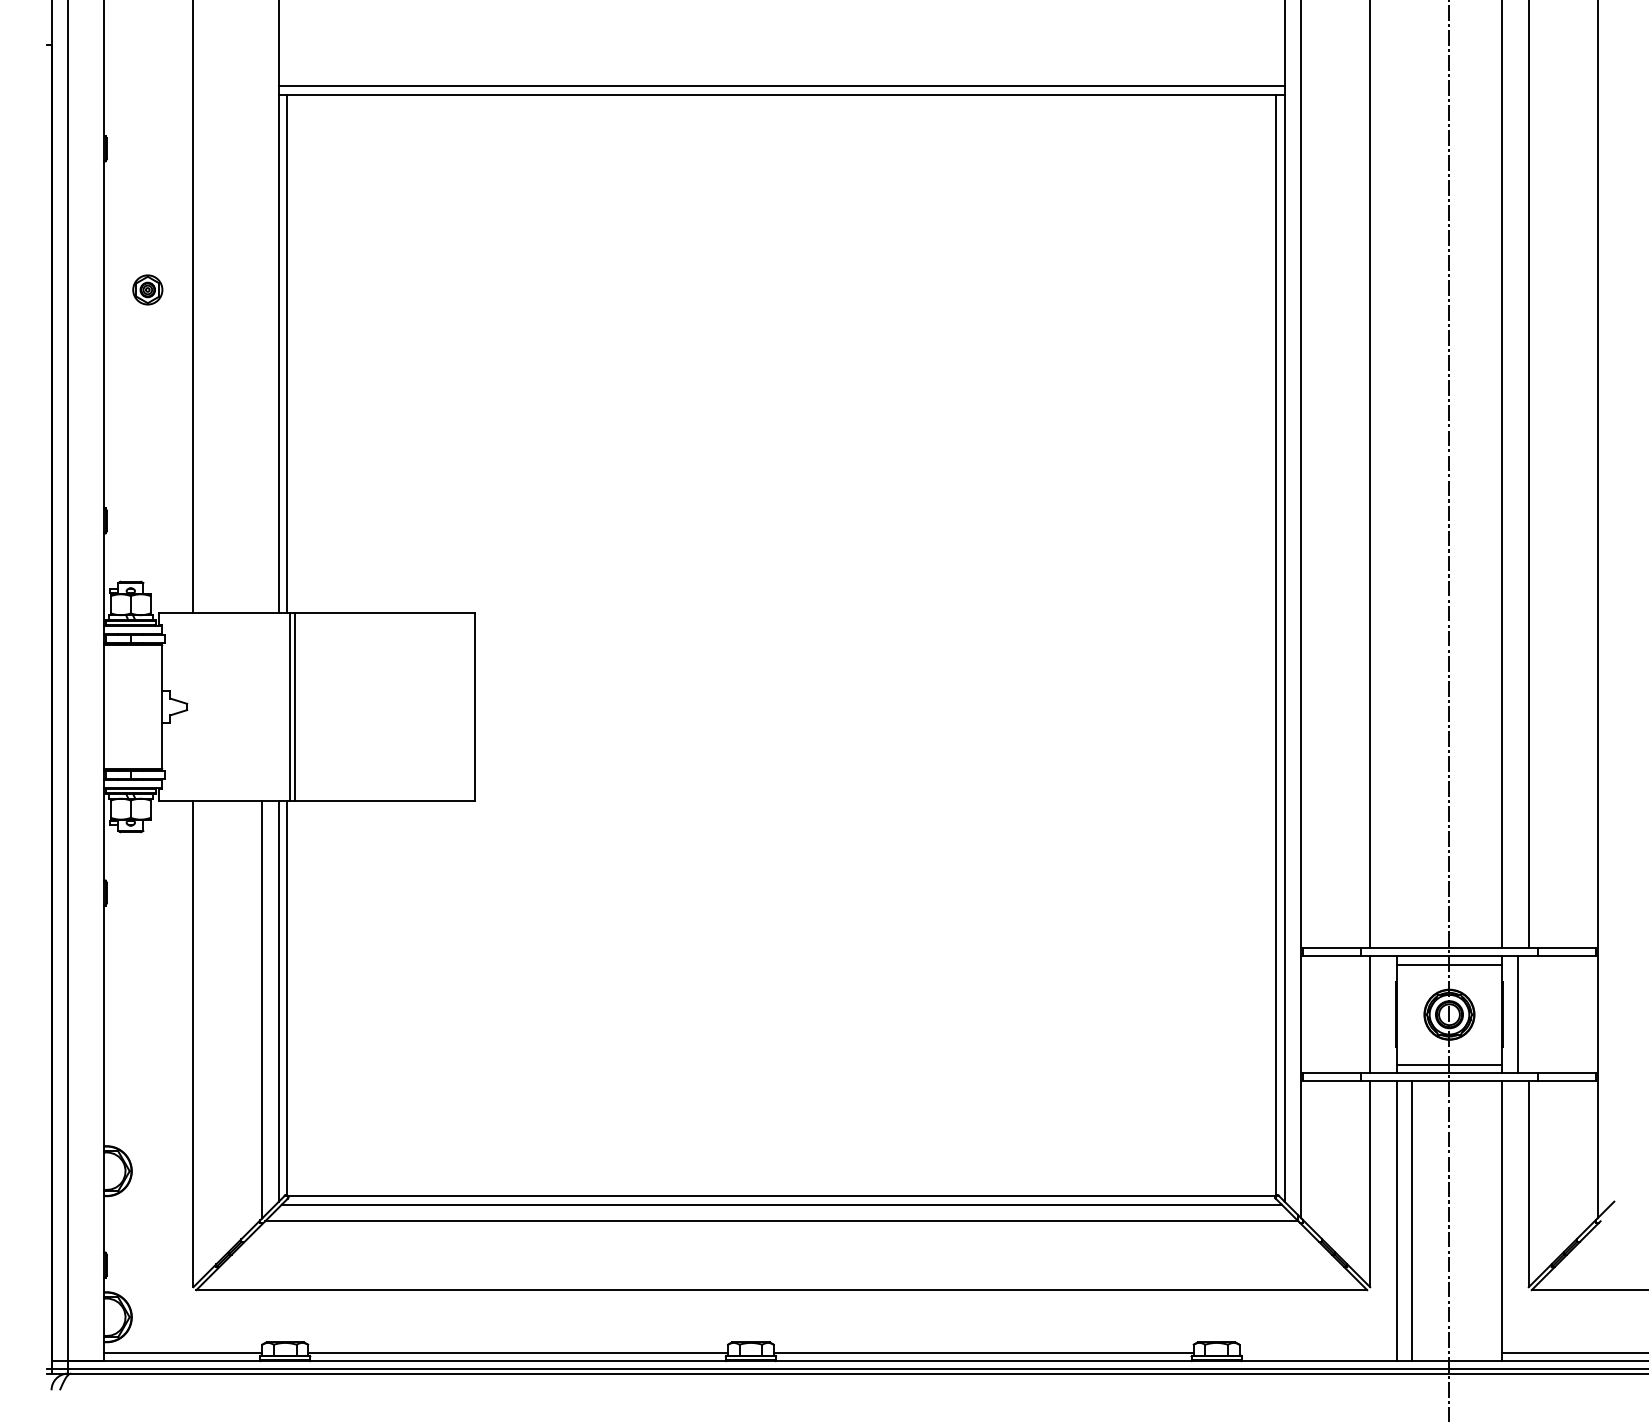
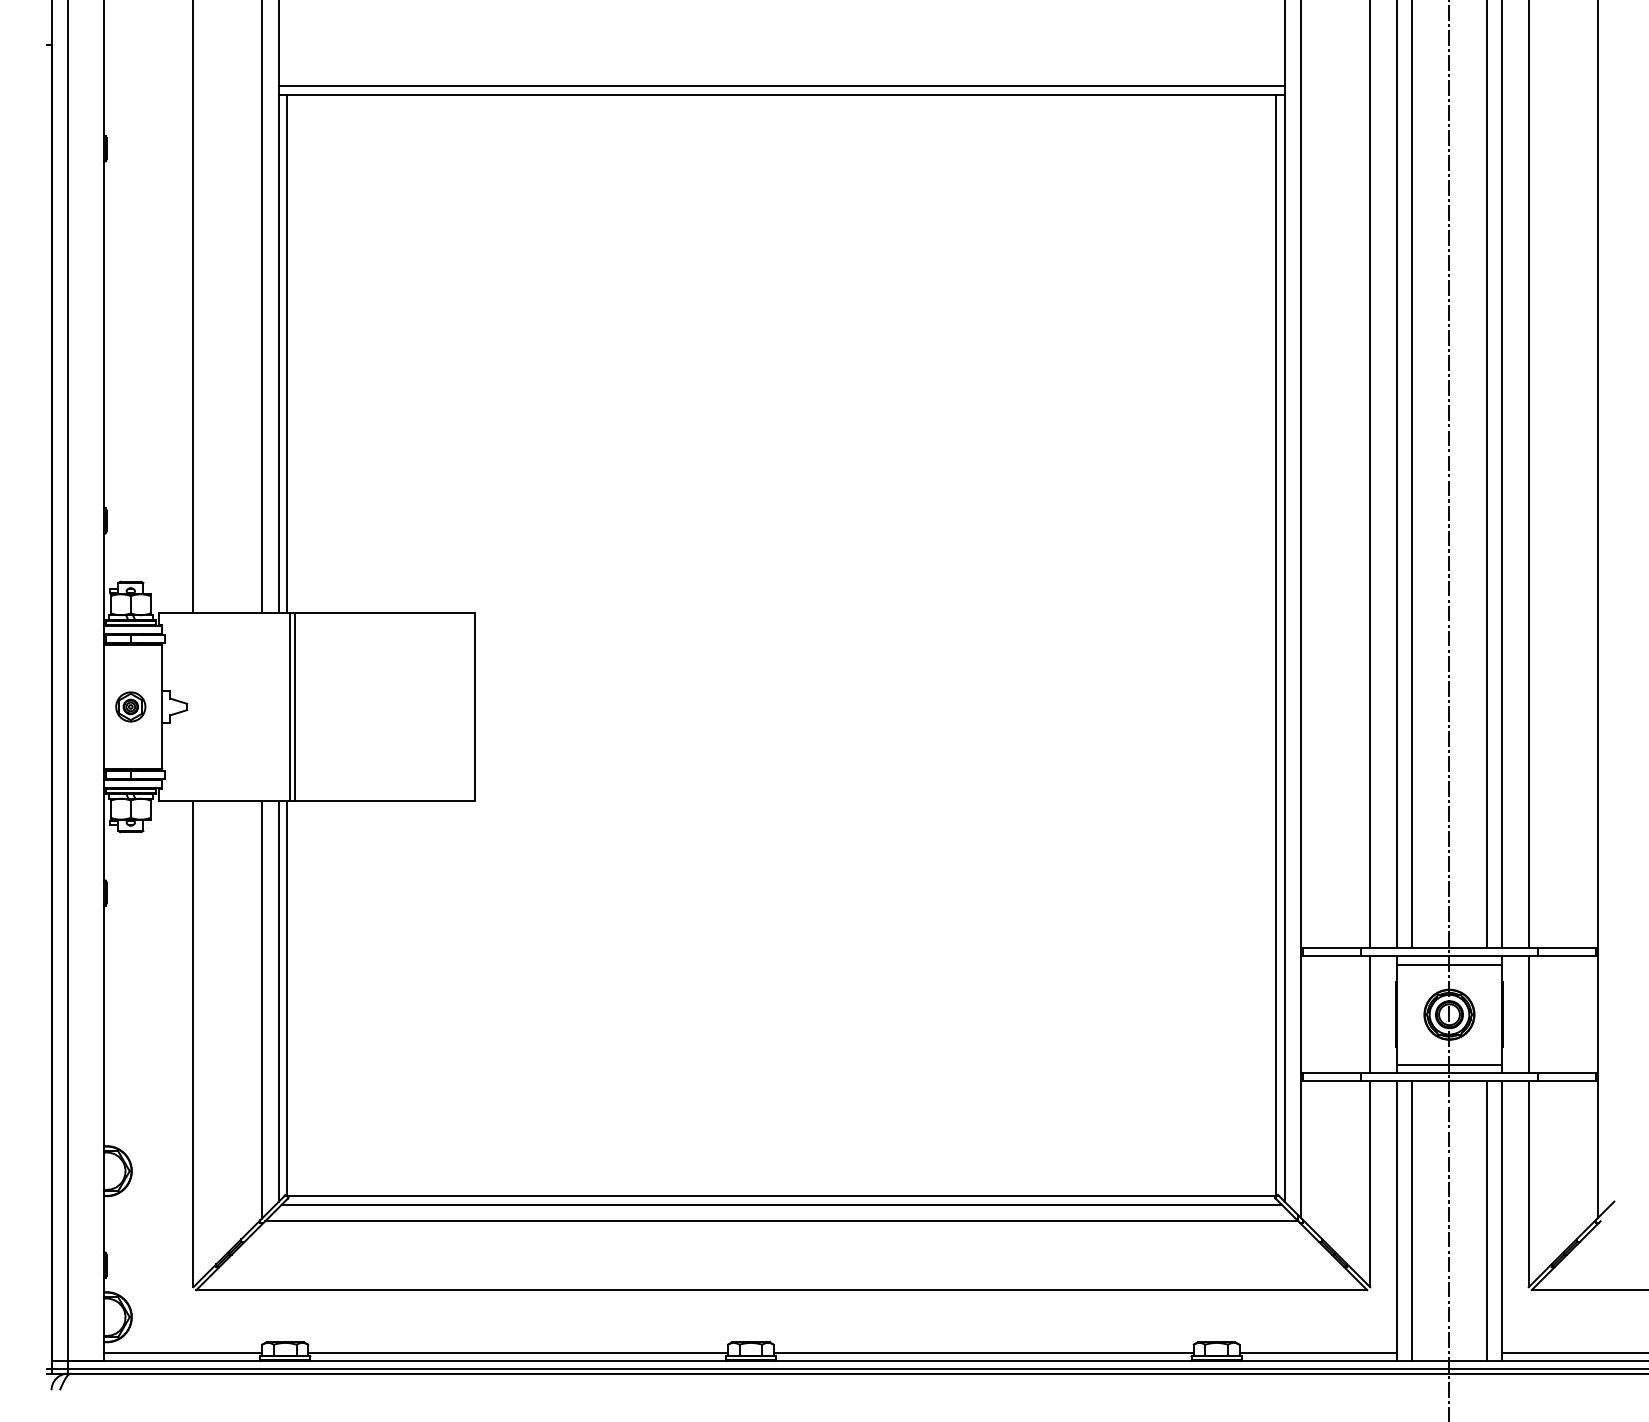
part at (147, 289) position: (147, 289) -> (130, 706)
line at (262, 307): none -> present
line at (1397, 474): none -> present
line at (1411, 474): none -> present
line at (1487, 474): none -> present
line at (1517, 1014) position: (1517, 1014) -> (1528, 1014)
line at (1487, 1221): none -> present
line at (1318, 1352): none -> present
